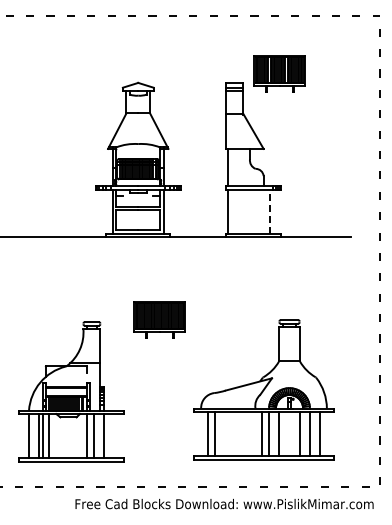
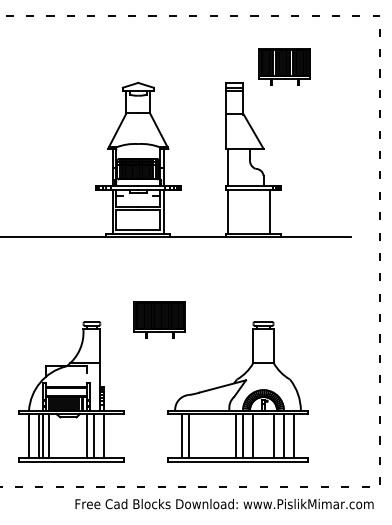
part at (279, 73) position: (279, 73) -> (284, 66)
line at (270, 211): dashed -> solid
part at (263, 389) position: (263, 389) -> (237, 391)
